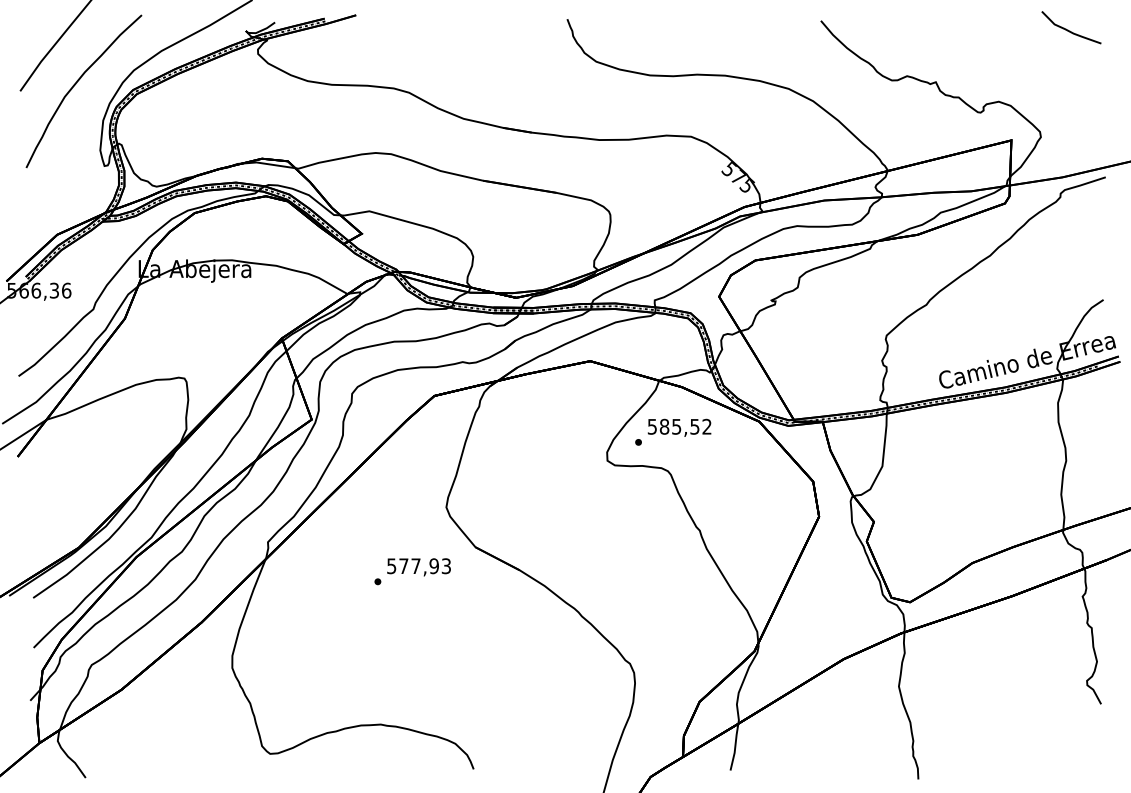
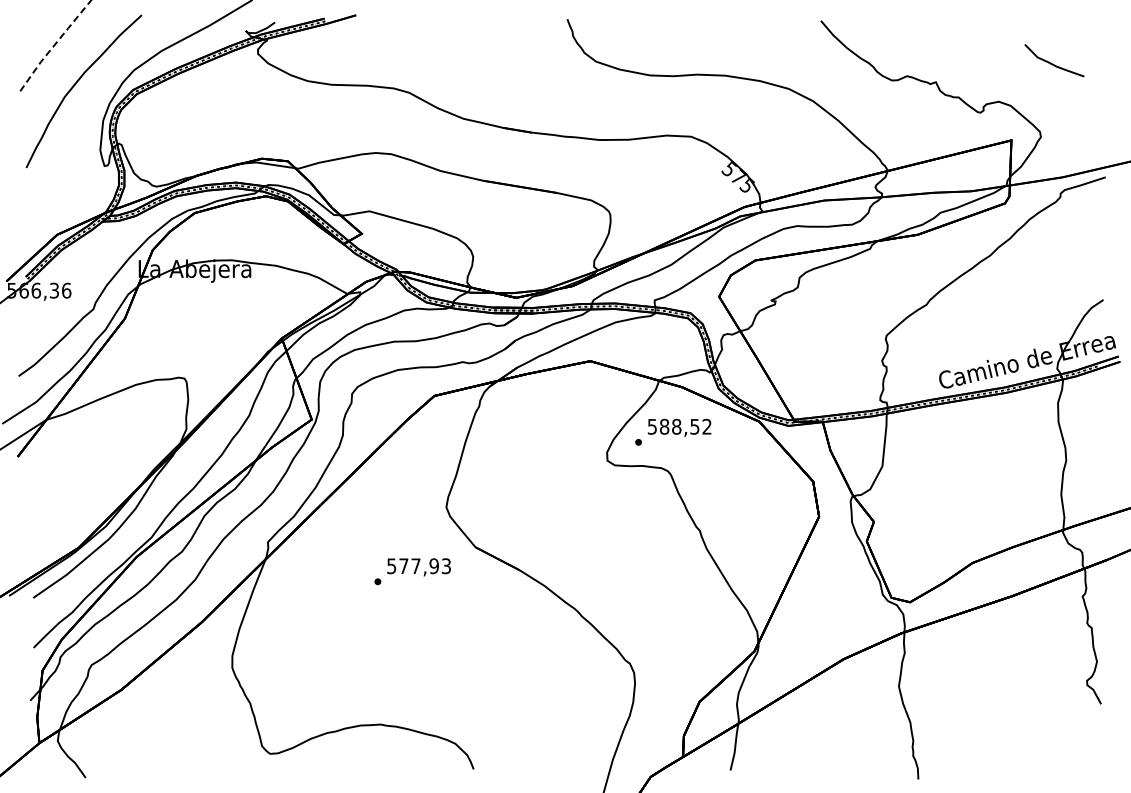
curve at (1070, 30) position: (1070, 30) -> (1053, 63)
line at (54, 45): solid -> dashed
text at (676, 426): 585,52 -> 588,52
